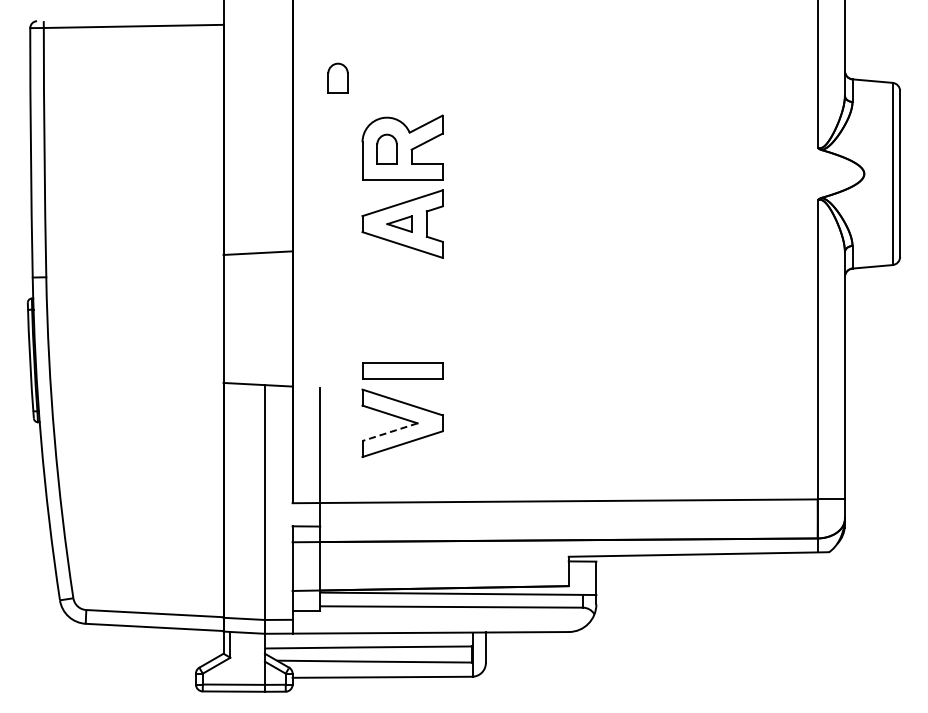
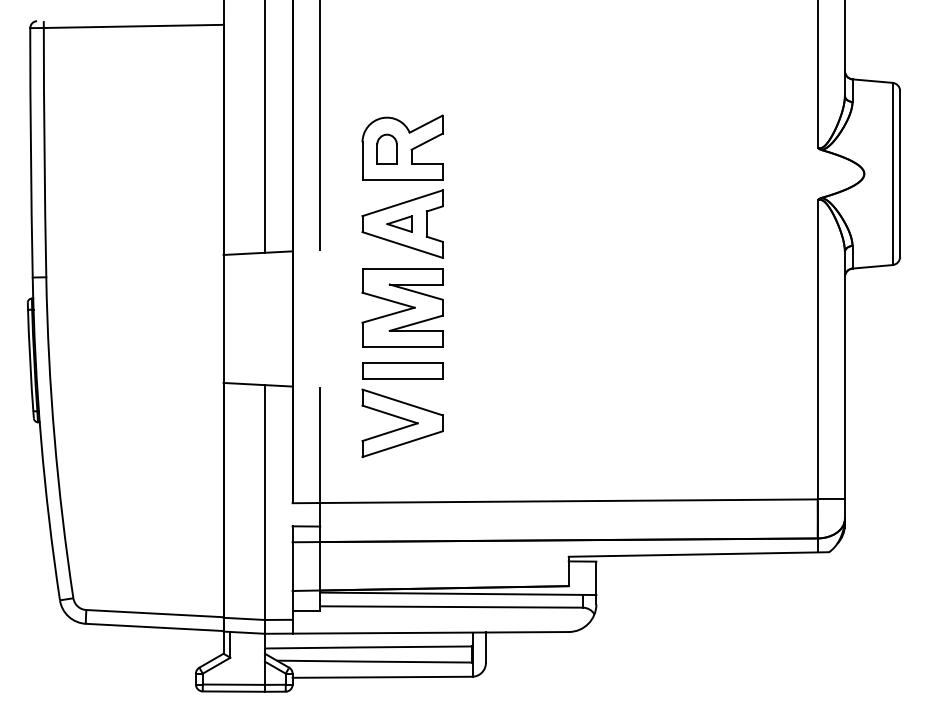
part at (337, 77): present -> none
line at (320, 125): none -> present
line at (264, 127): none -> present
part at (402, 307): none -> present
line at (390, 432): dashed -> solid
